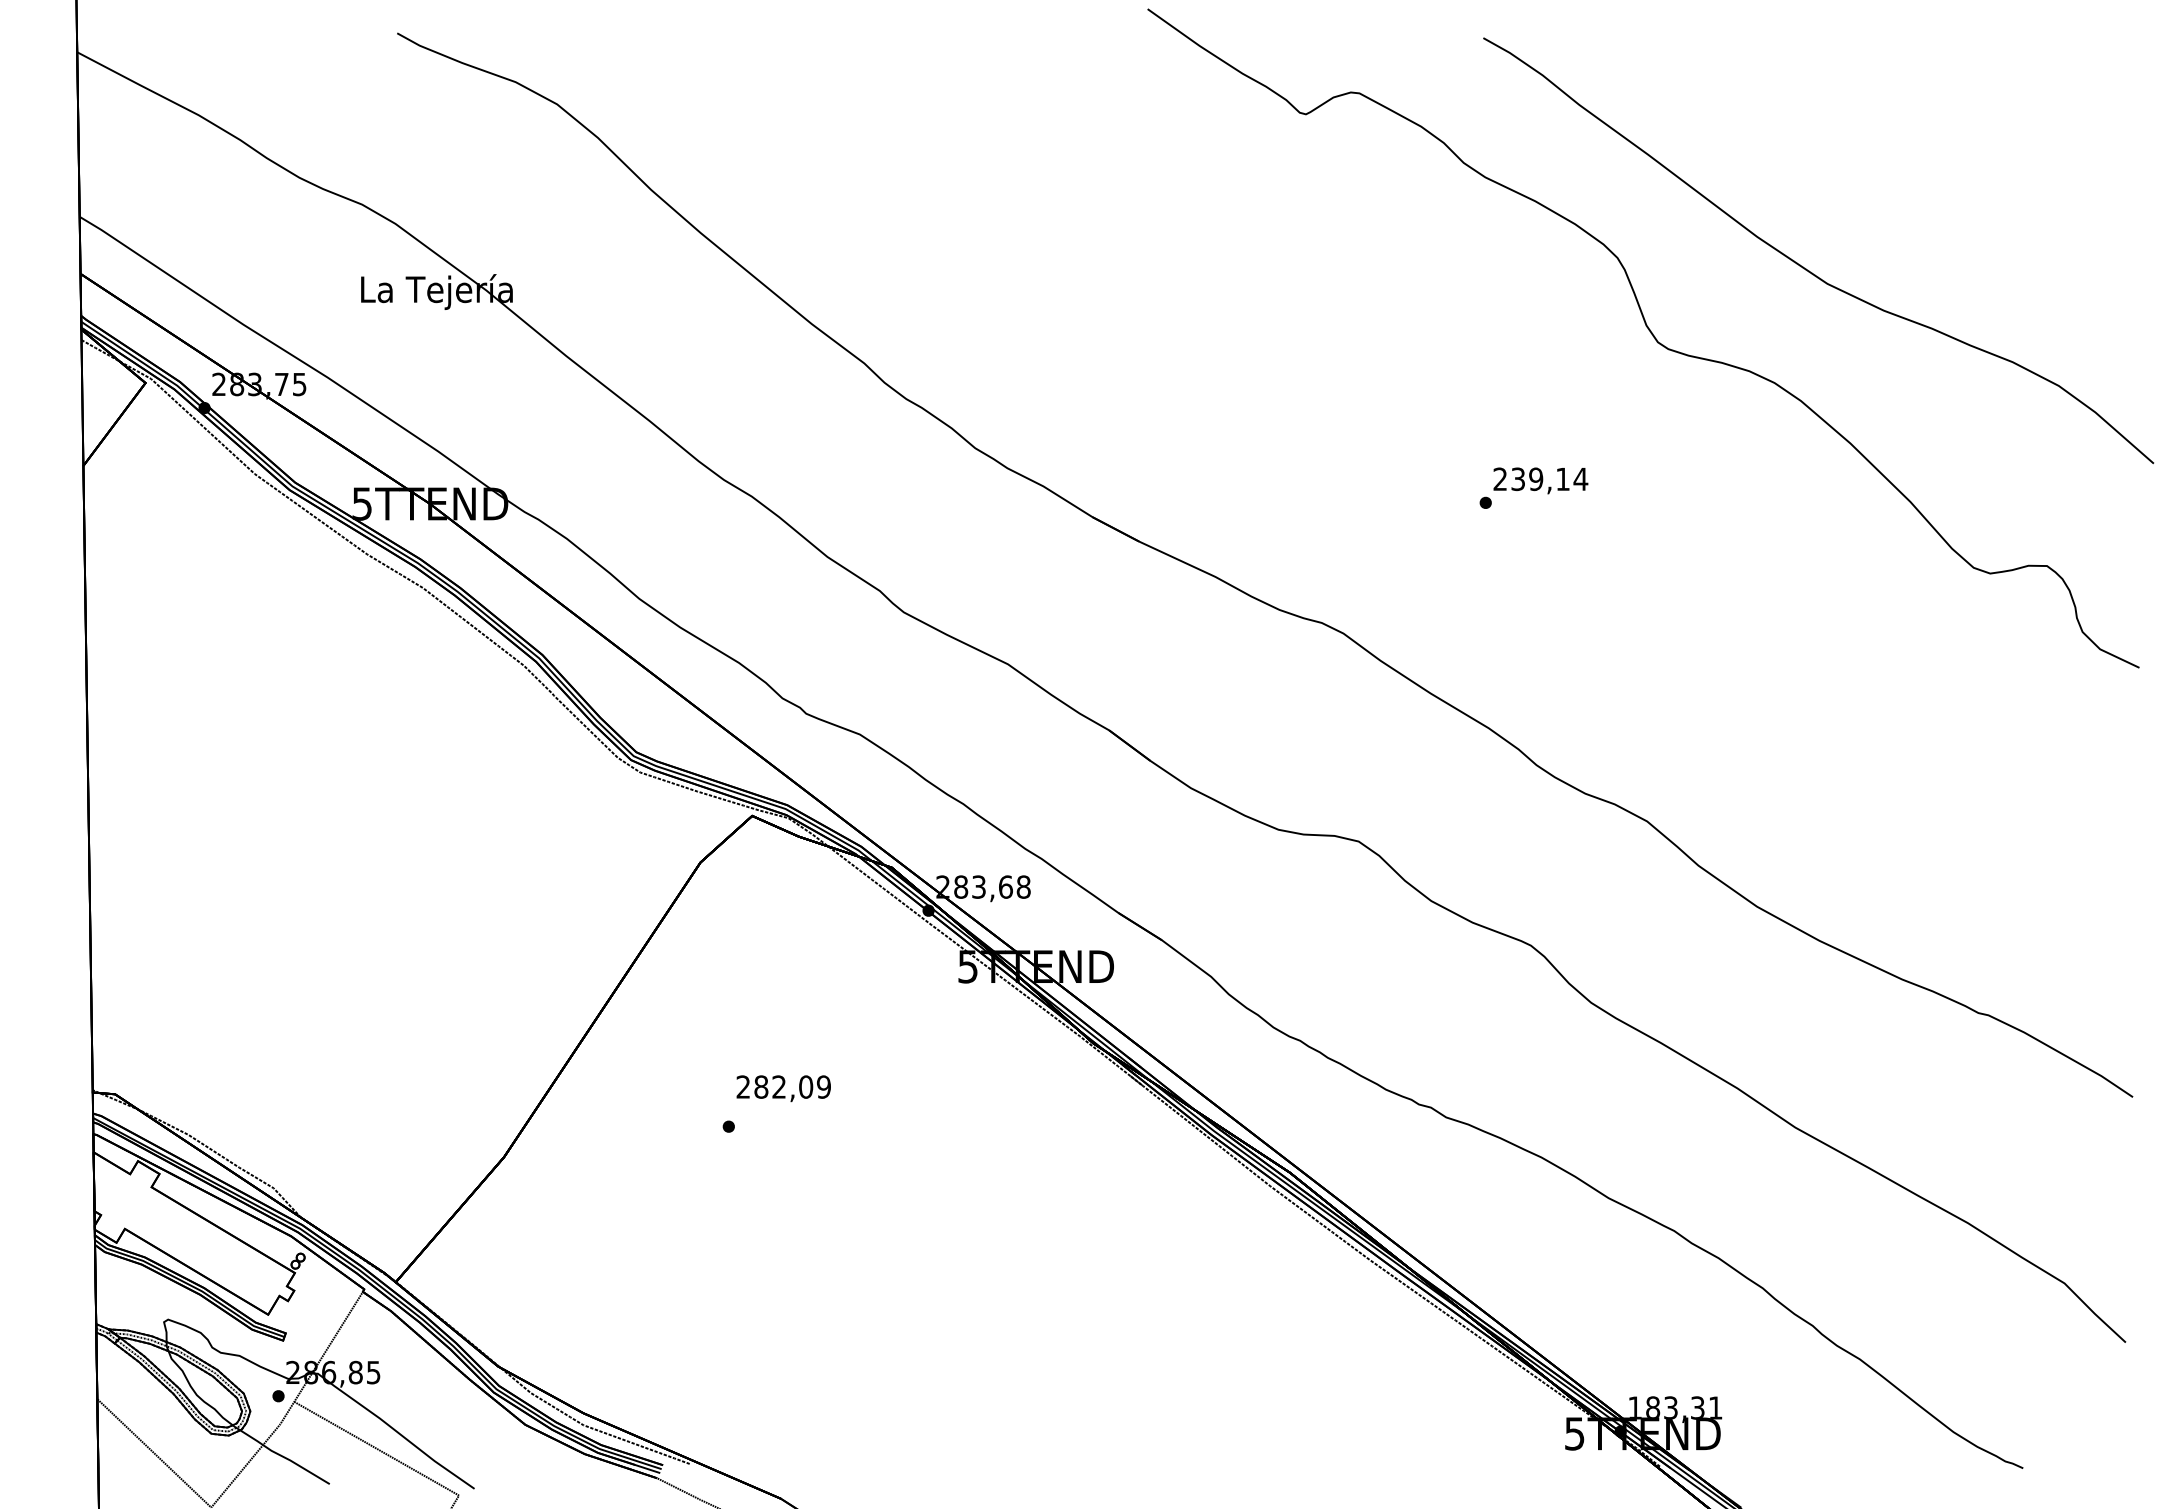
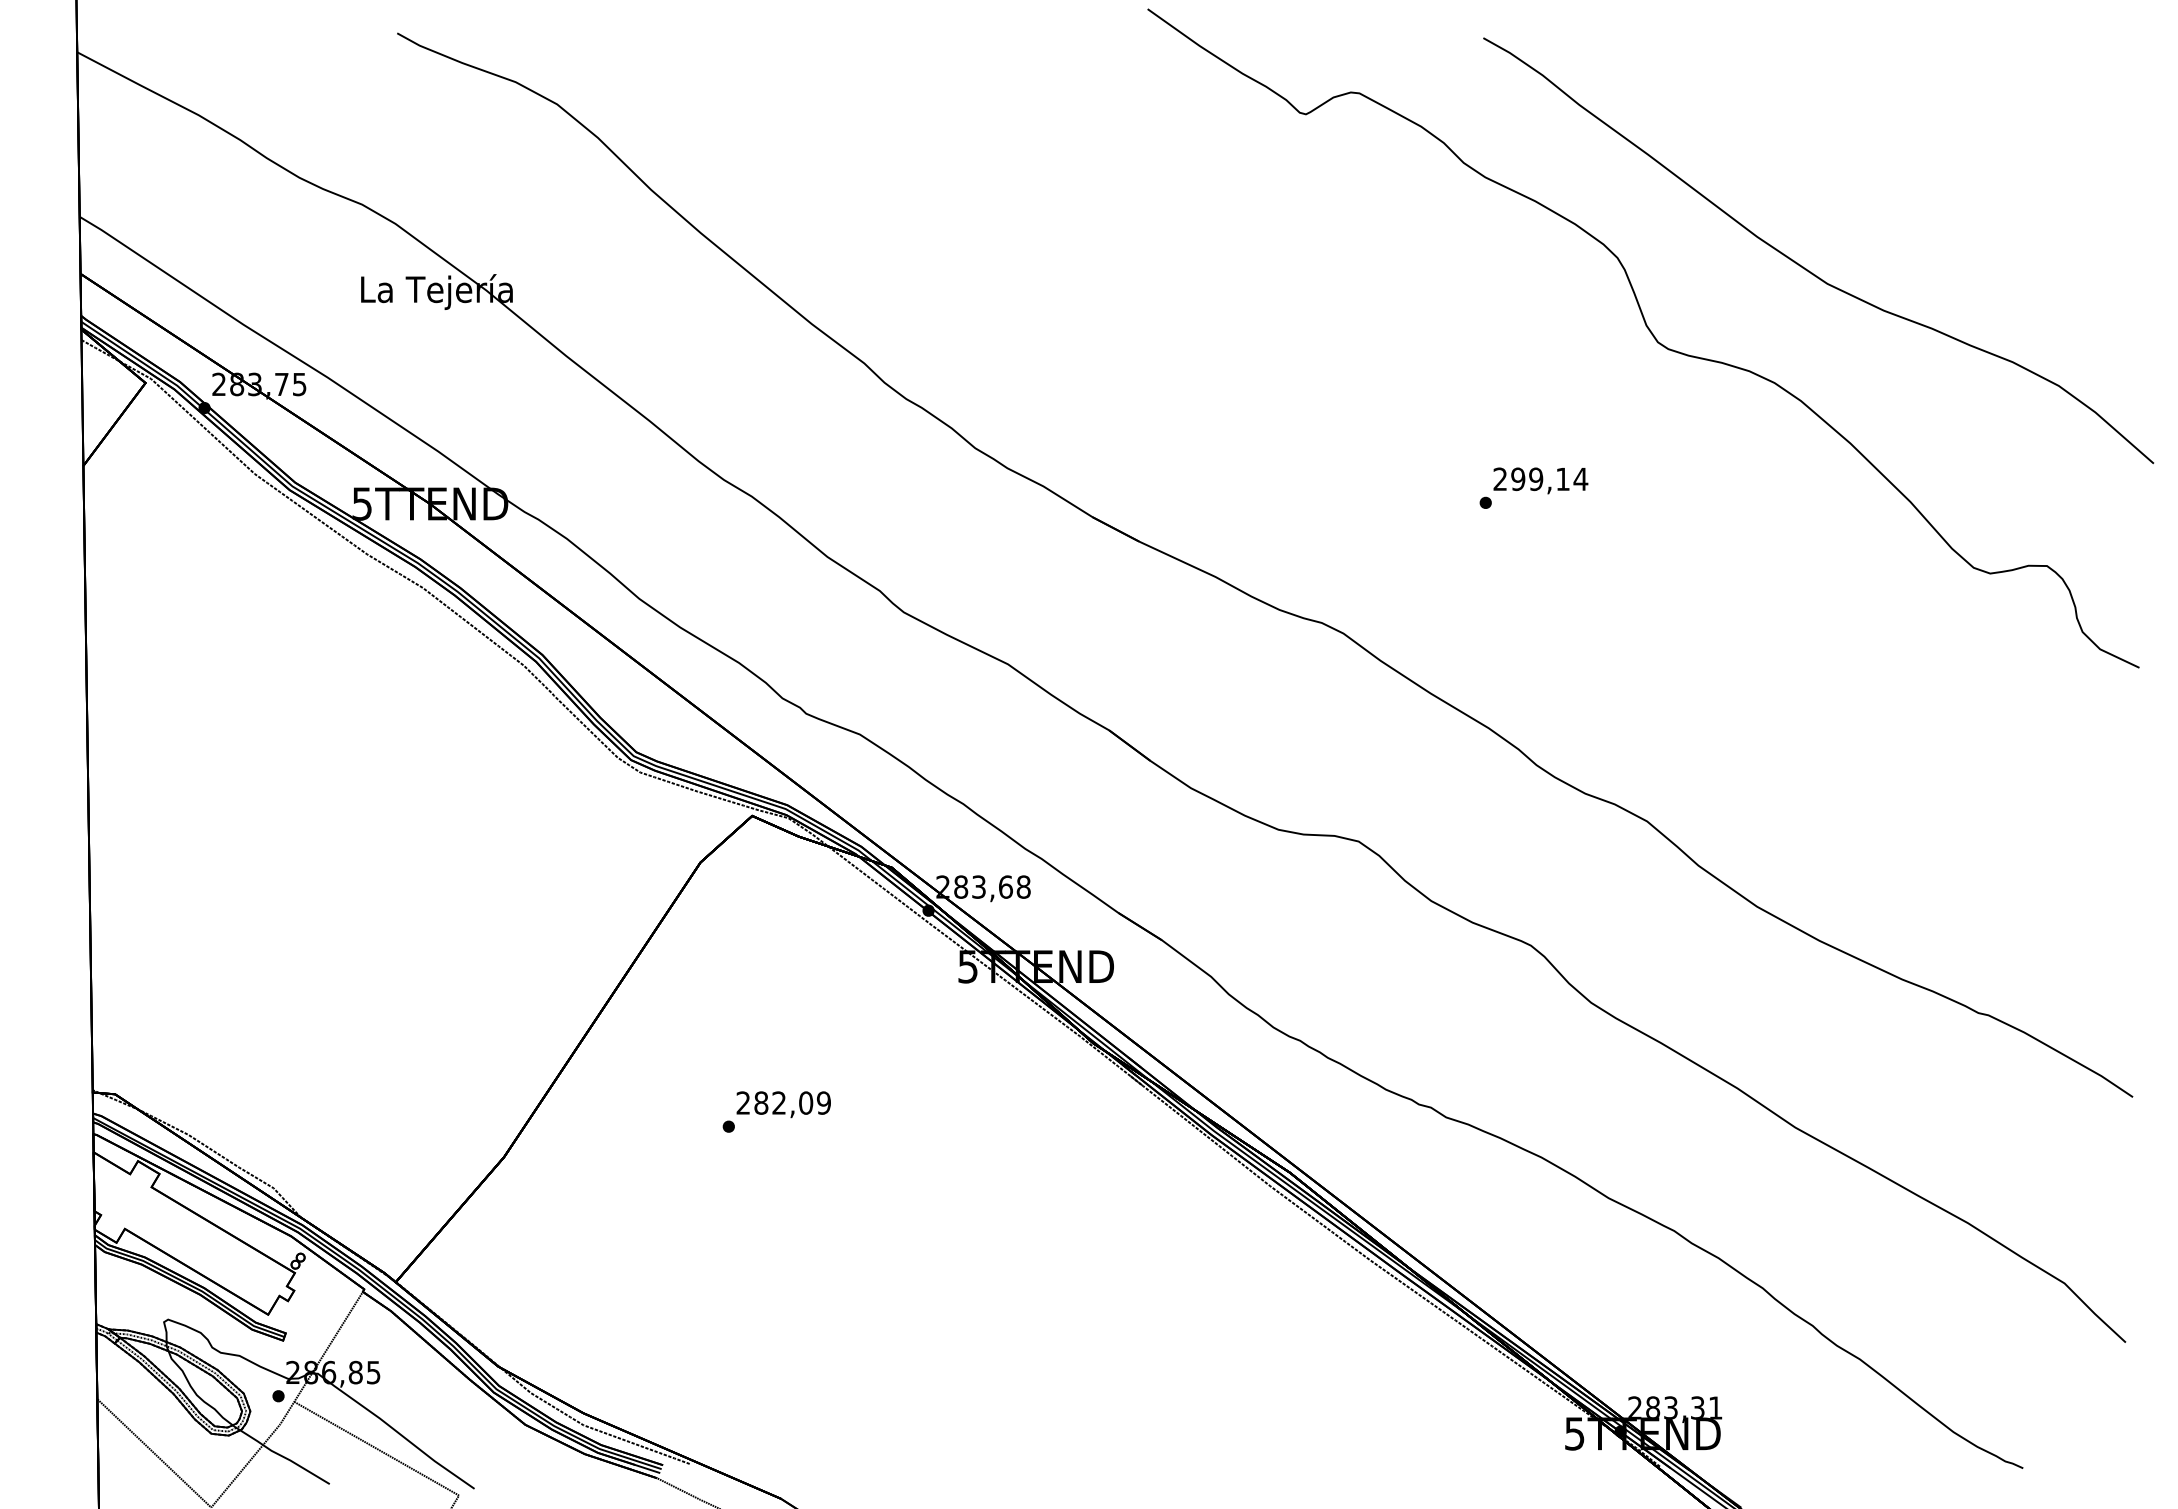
text at (1518, 478): 239,14 -> 299,14
text at (783, 1088) position: (783, 1088) -> (783, 1104)
text at (1634, 1406): 183,31 -> 283,31
